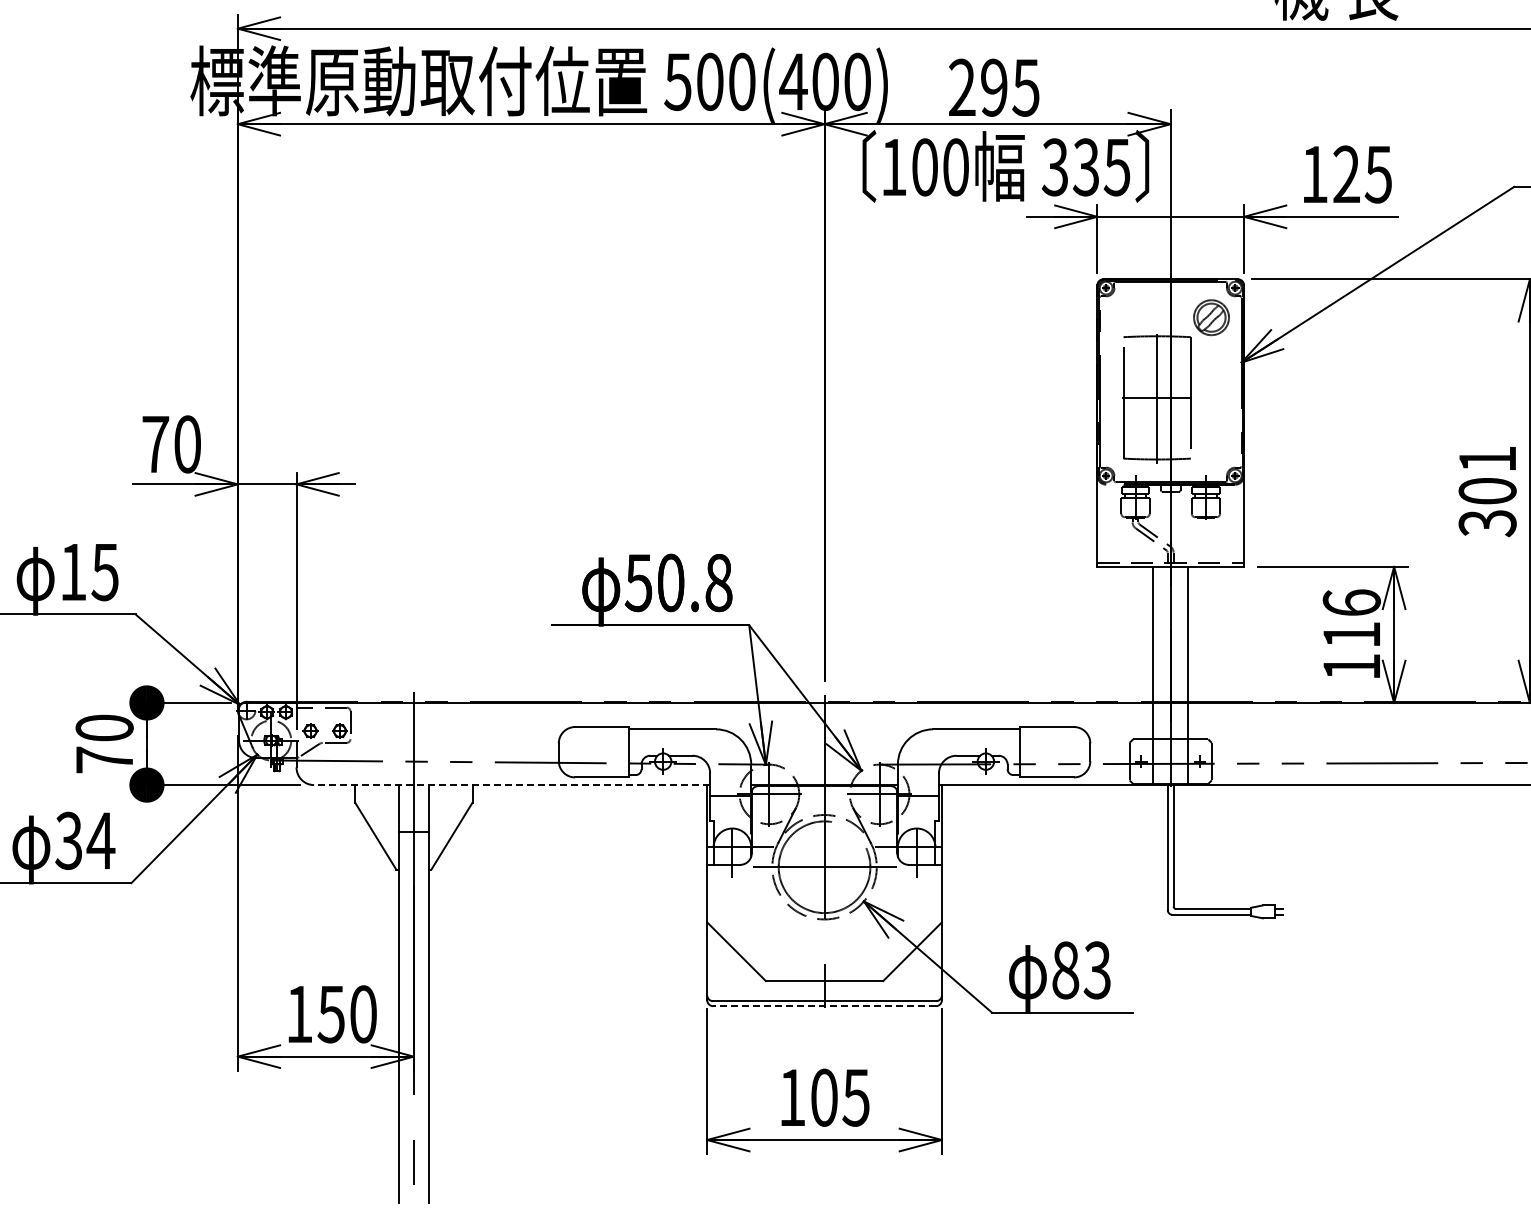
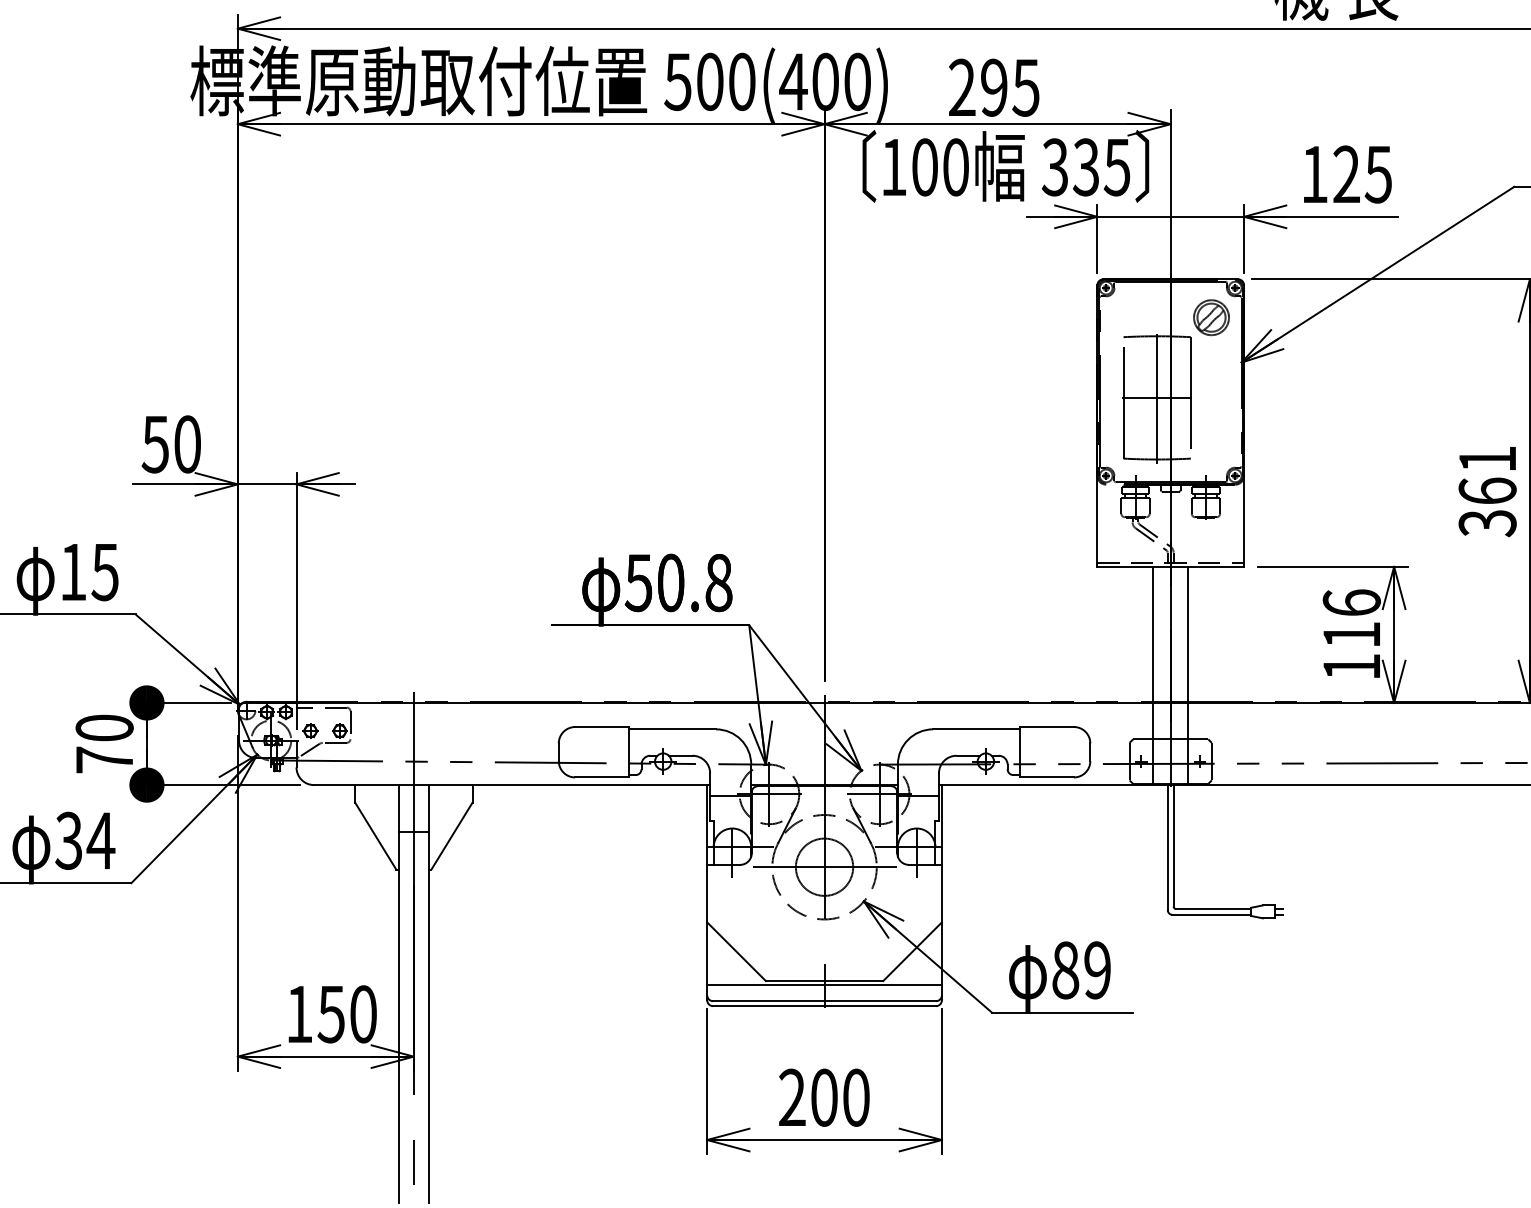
text at (155, 444): 70 -> 50
text at (1487, 490): 301 -> 361
line at (511, 785): dashed -> solid
circle at (824, 867) diameter: 92 px -> 57 px
text at (1096, 970): 83 -> 89
line at (824, 984): none -> present
line at (824, 1006): dashed -> solid
text at (824, 1097): 105 -> 200
